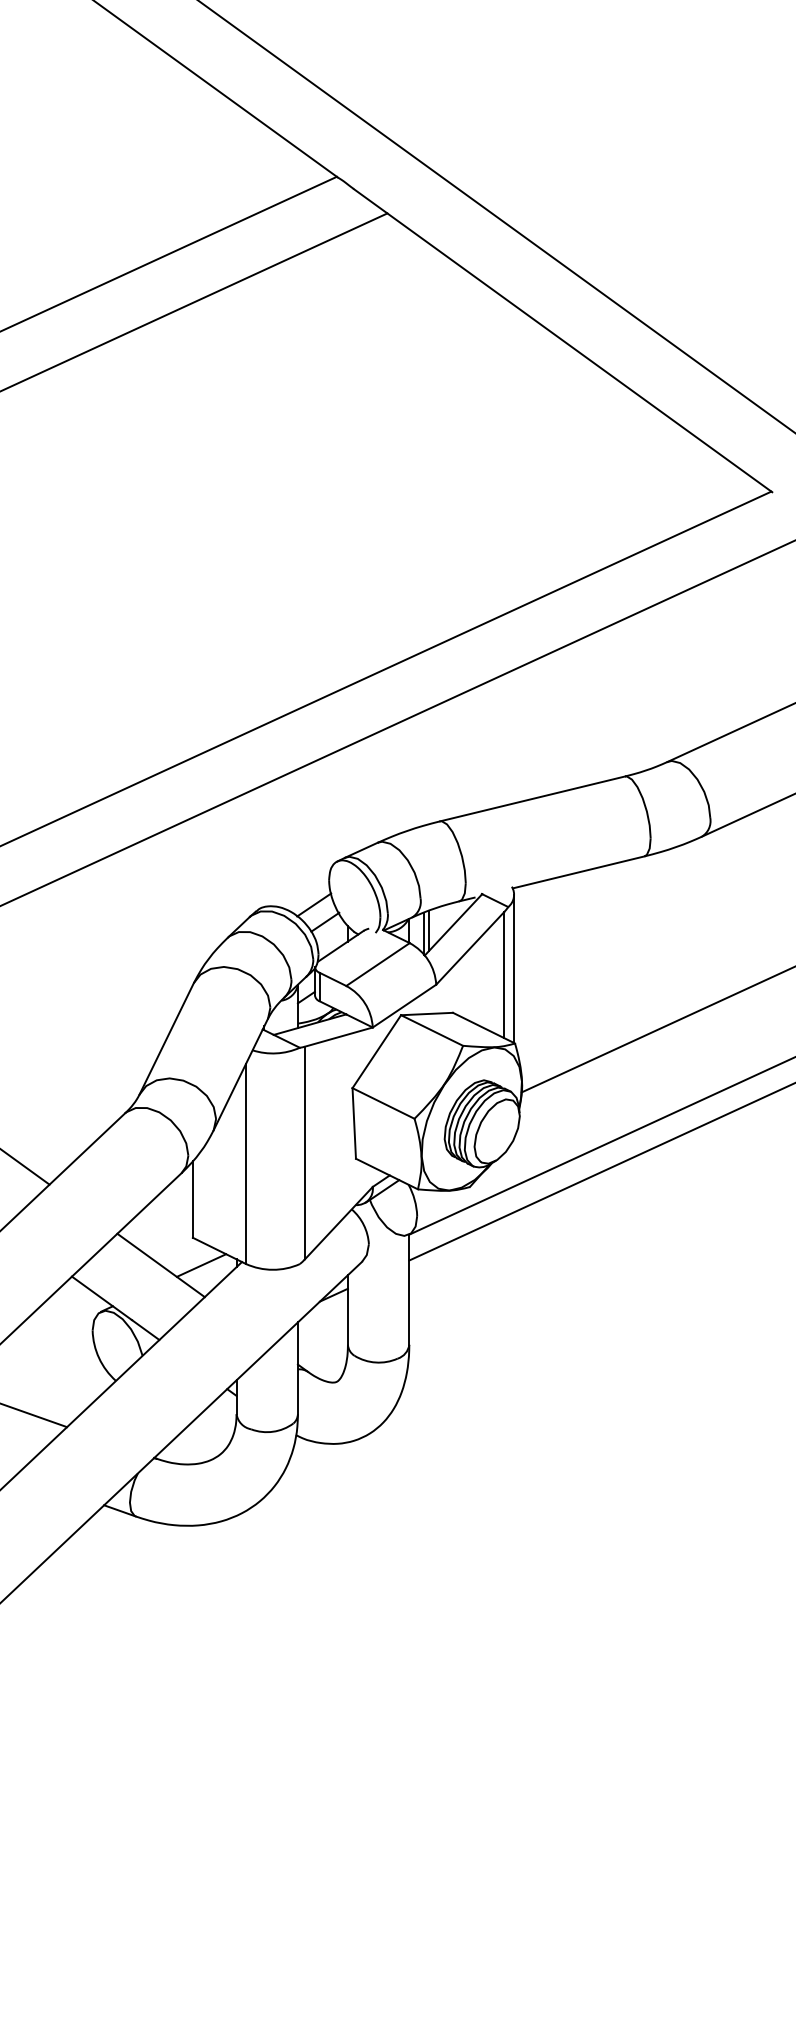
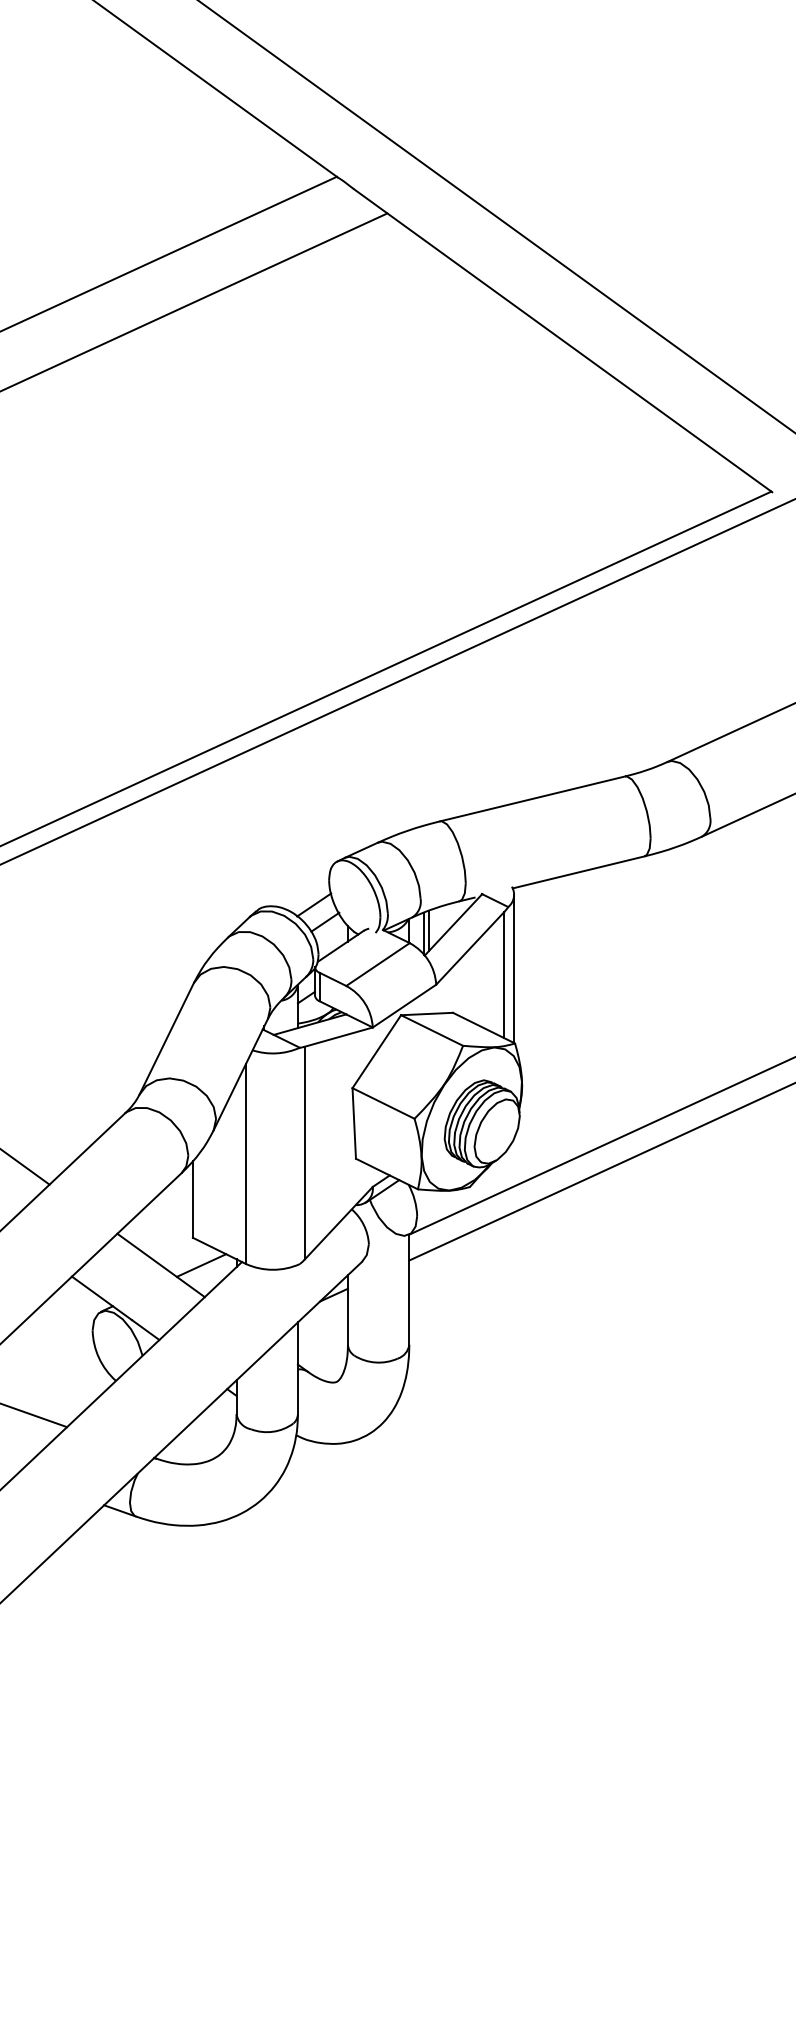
line at (397, 723) position: (397, 723) -> (397, 681)
line at (656, 1029): present -> none
